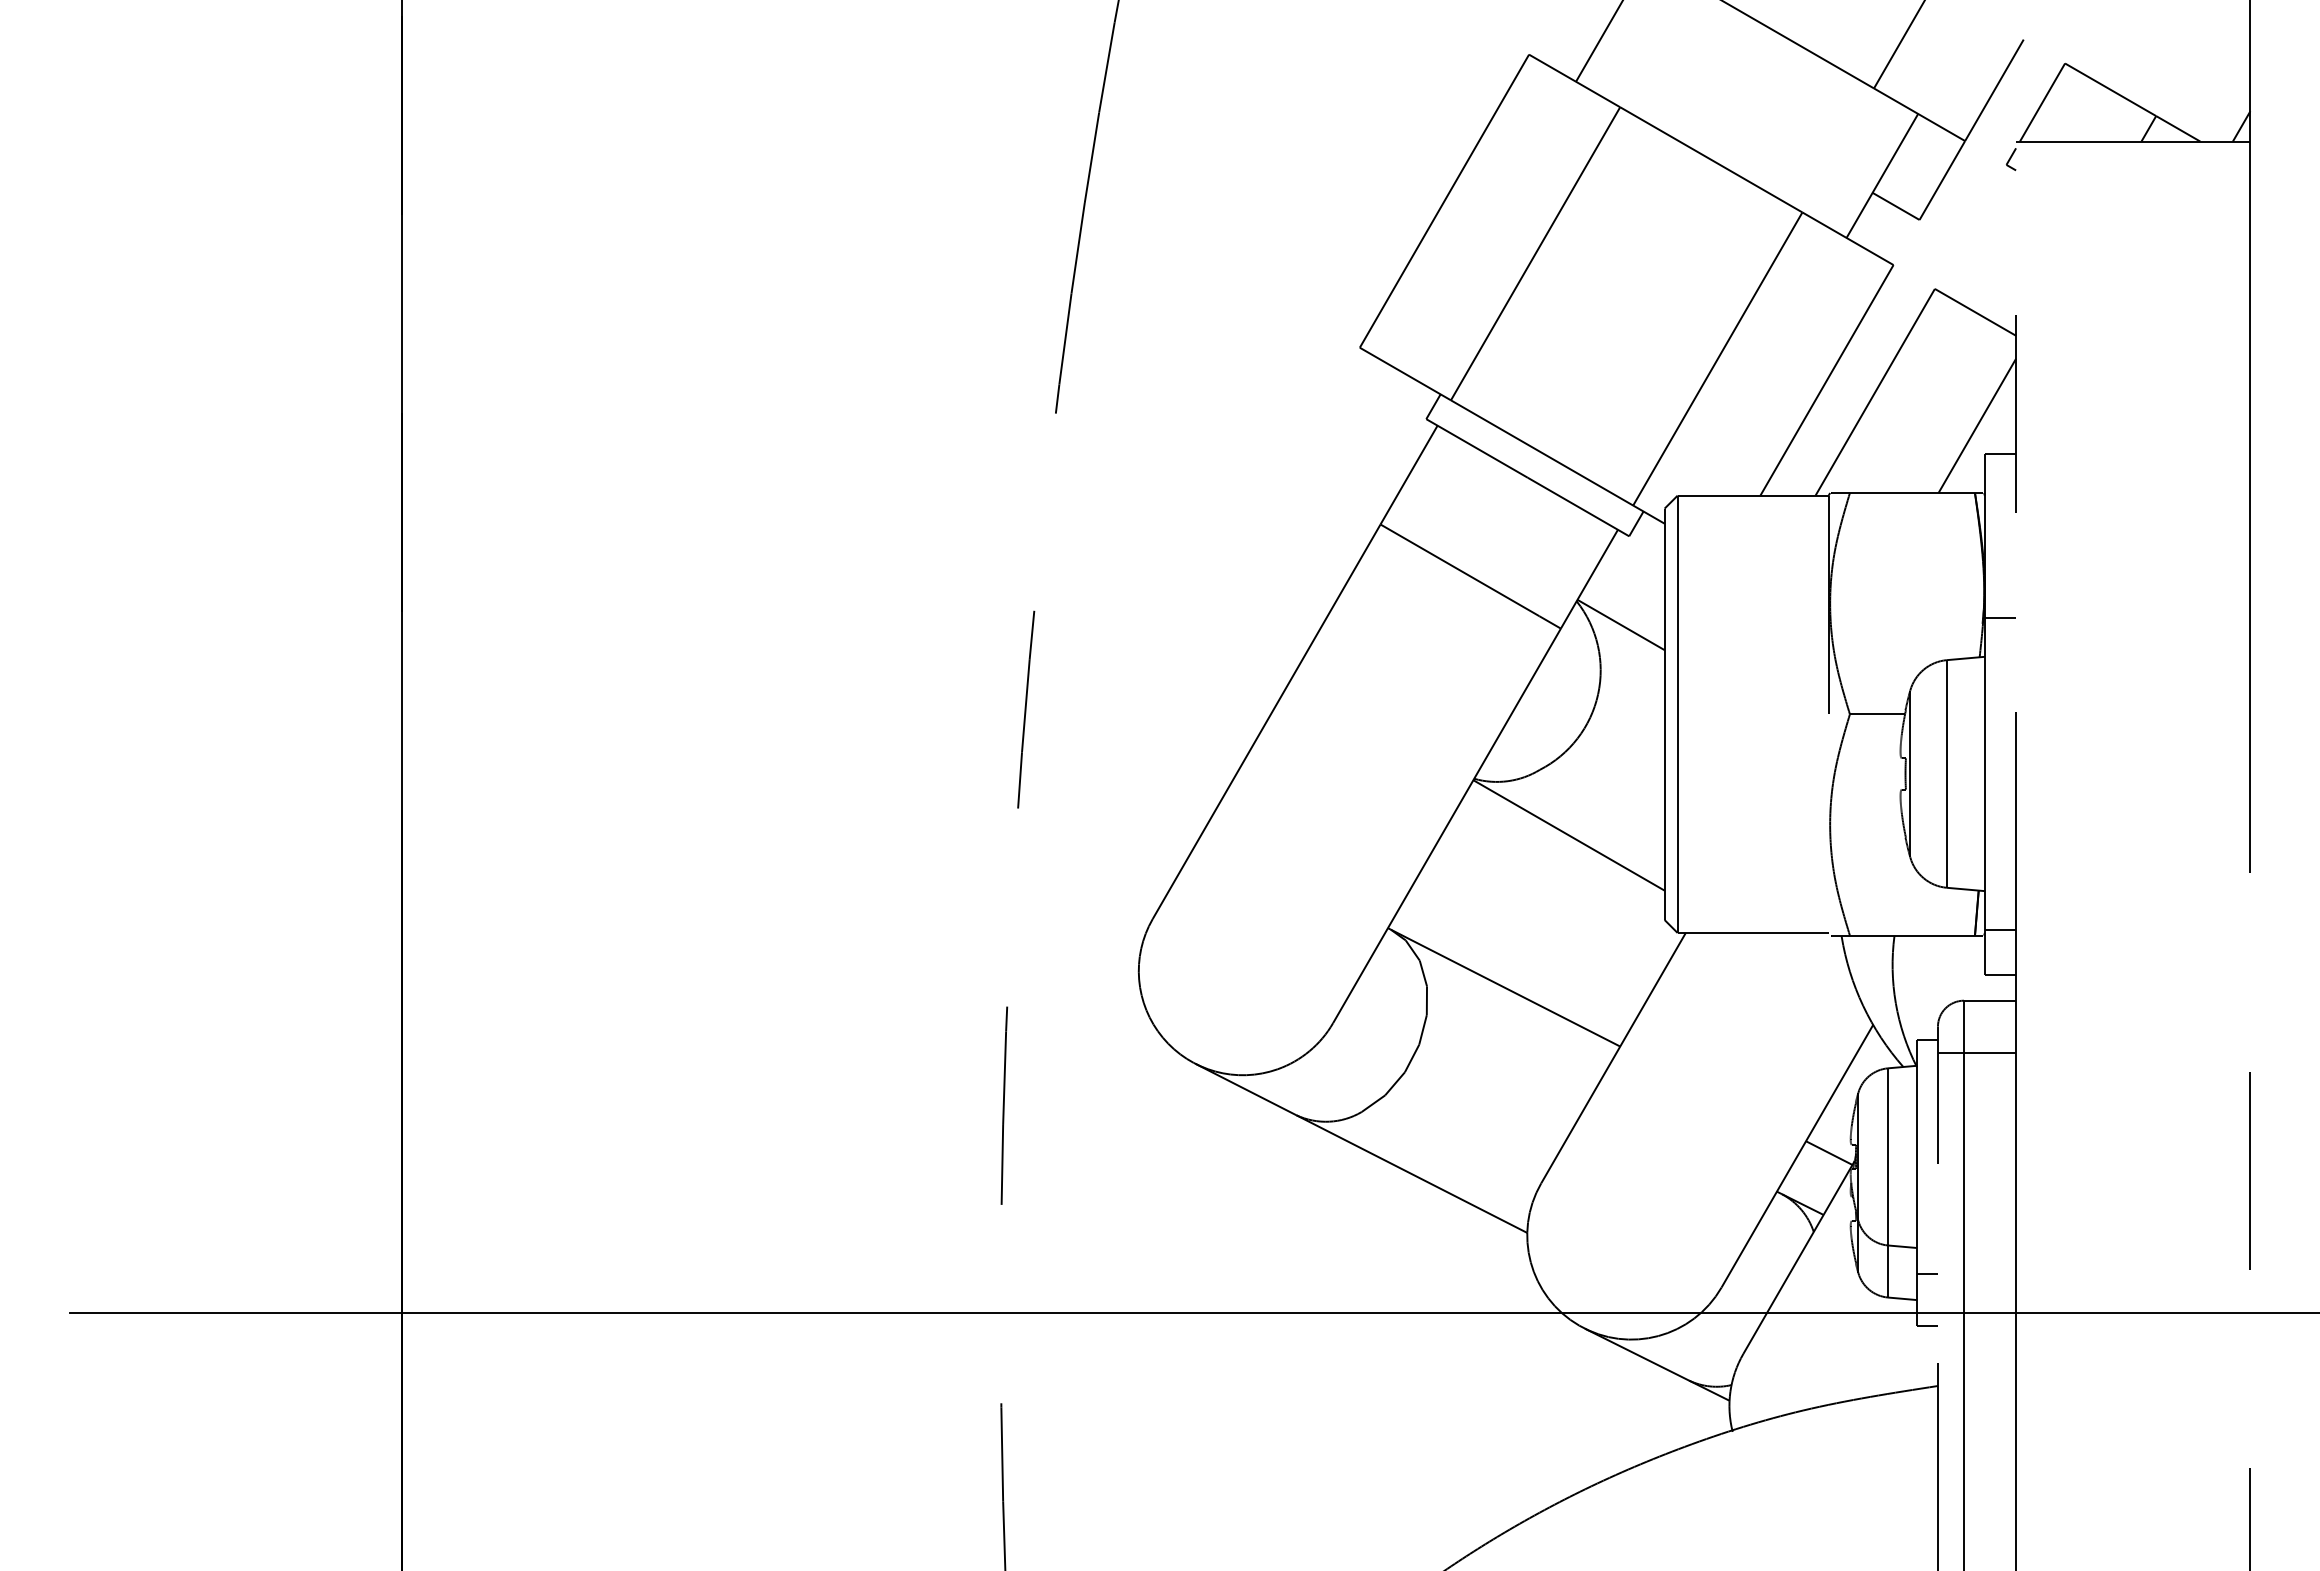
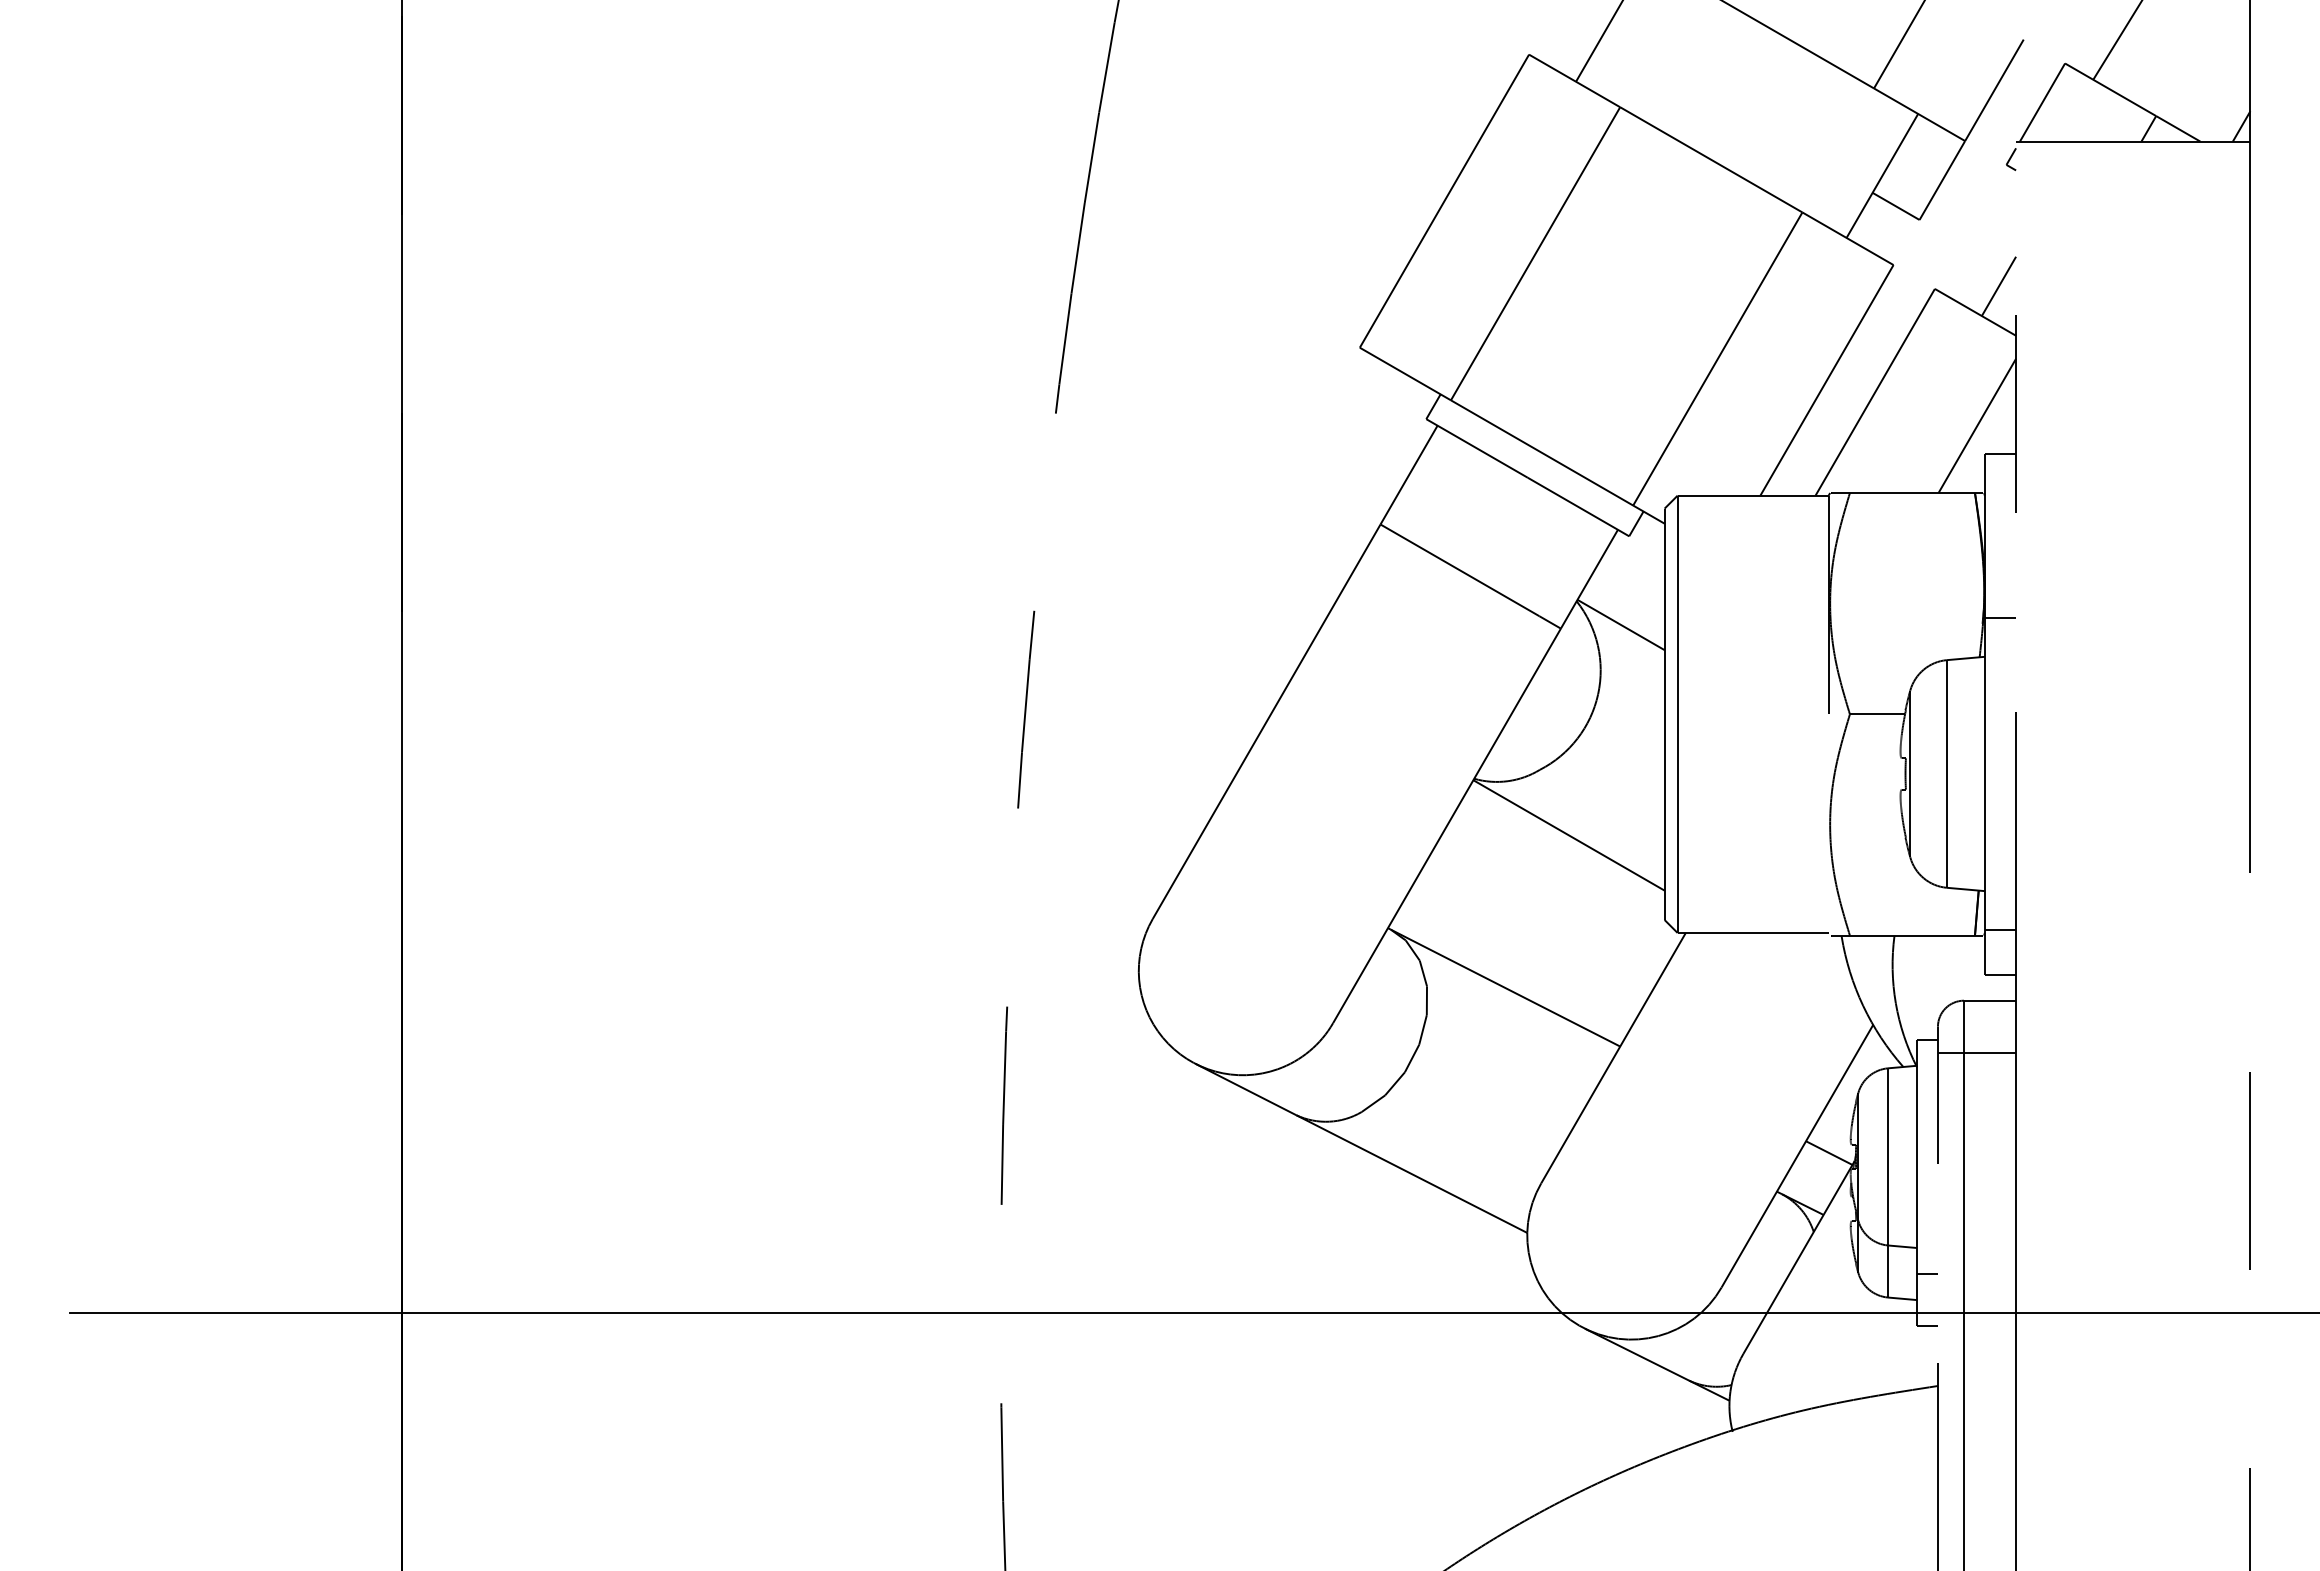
line at (2117, 40): none -> present
line at (1998, 286): none -> present
